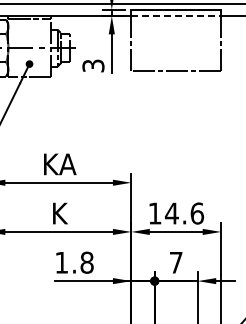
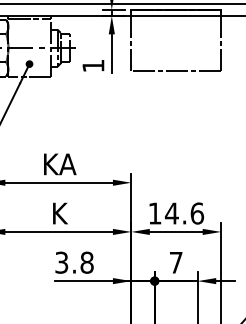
line at (176, 15): dashed -> solid
text at (93, 65): 3 -> 1
text at (61, 262): 1.8 -> 3.8
